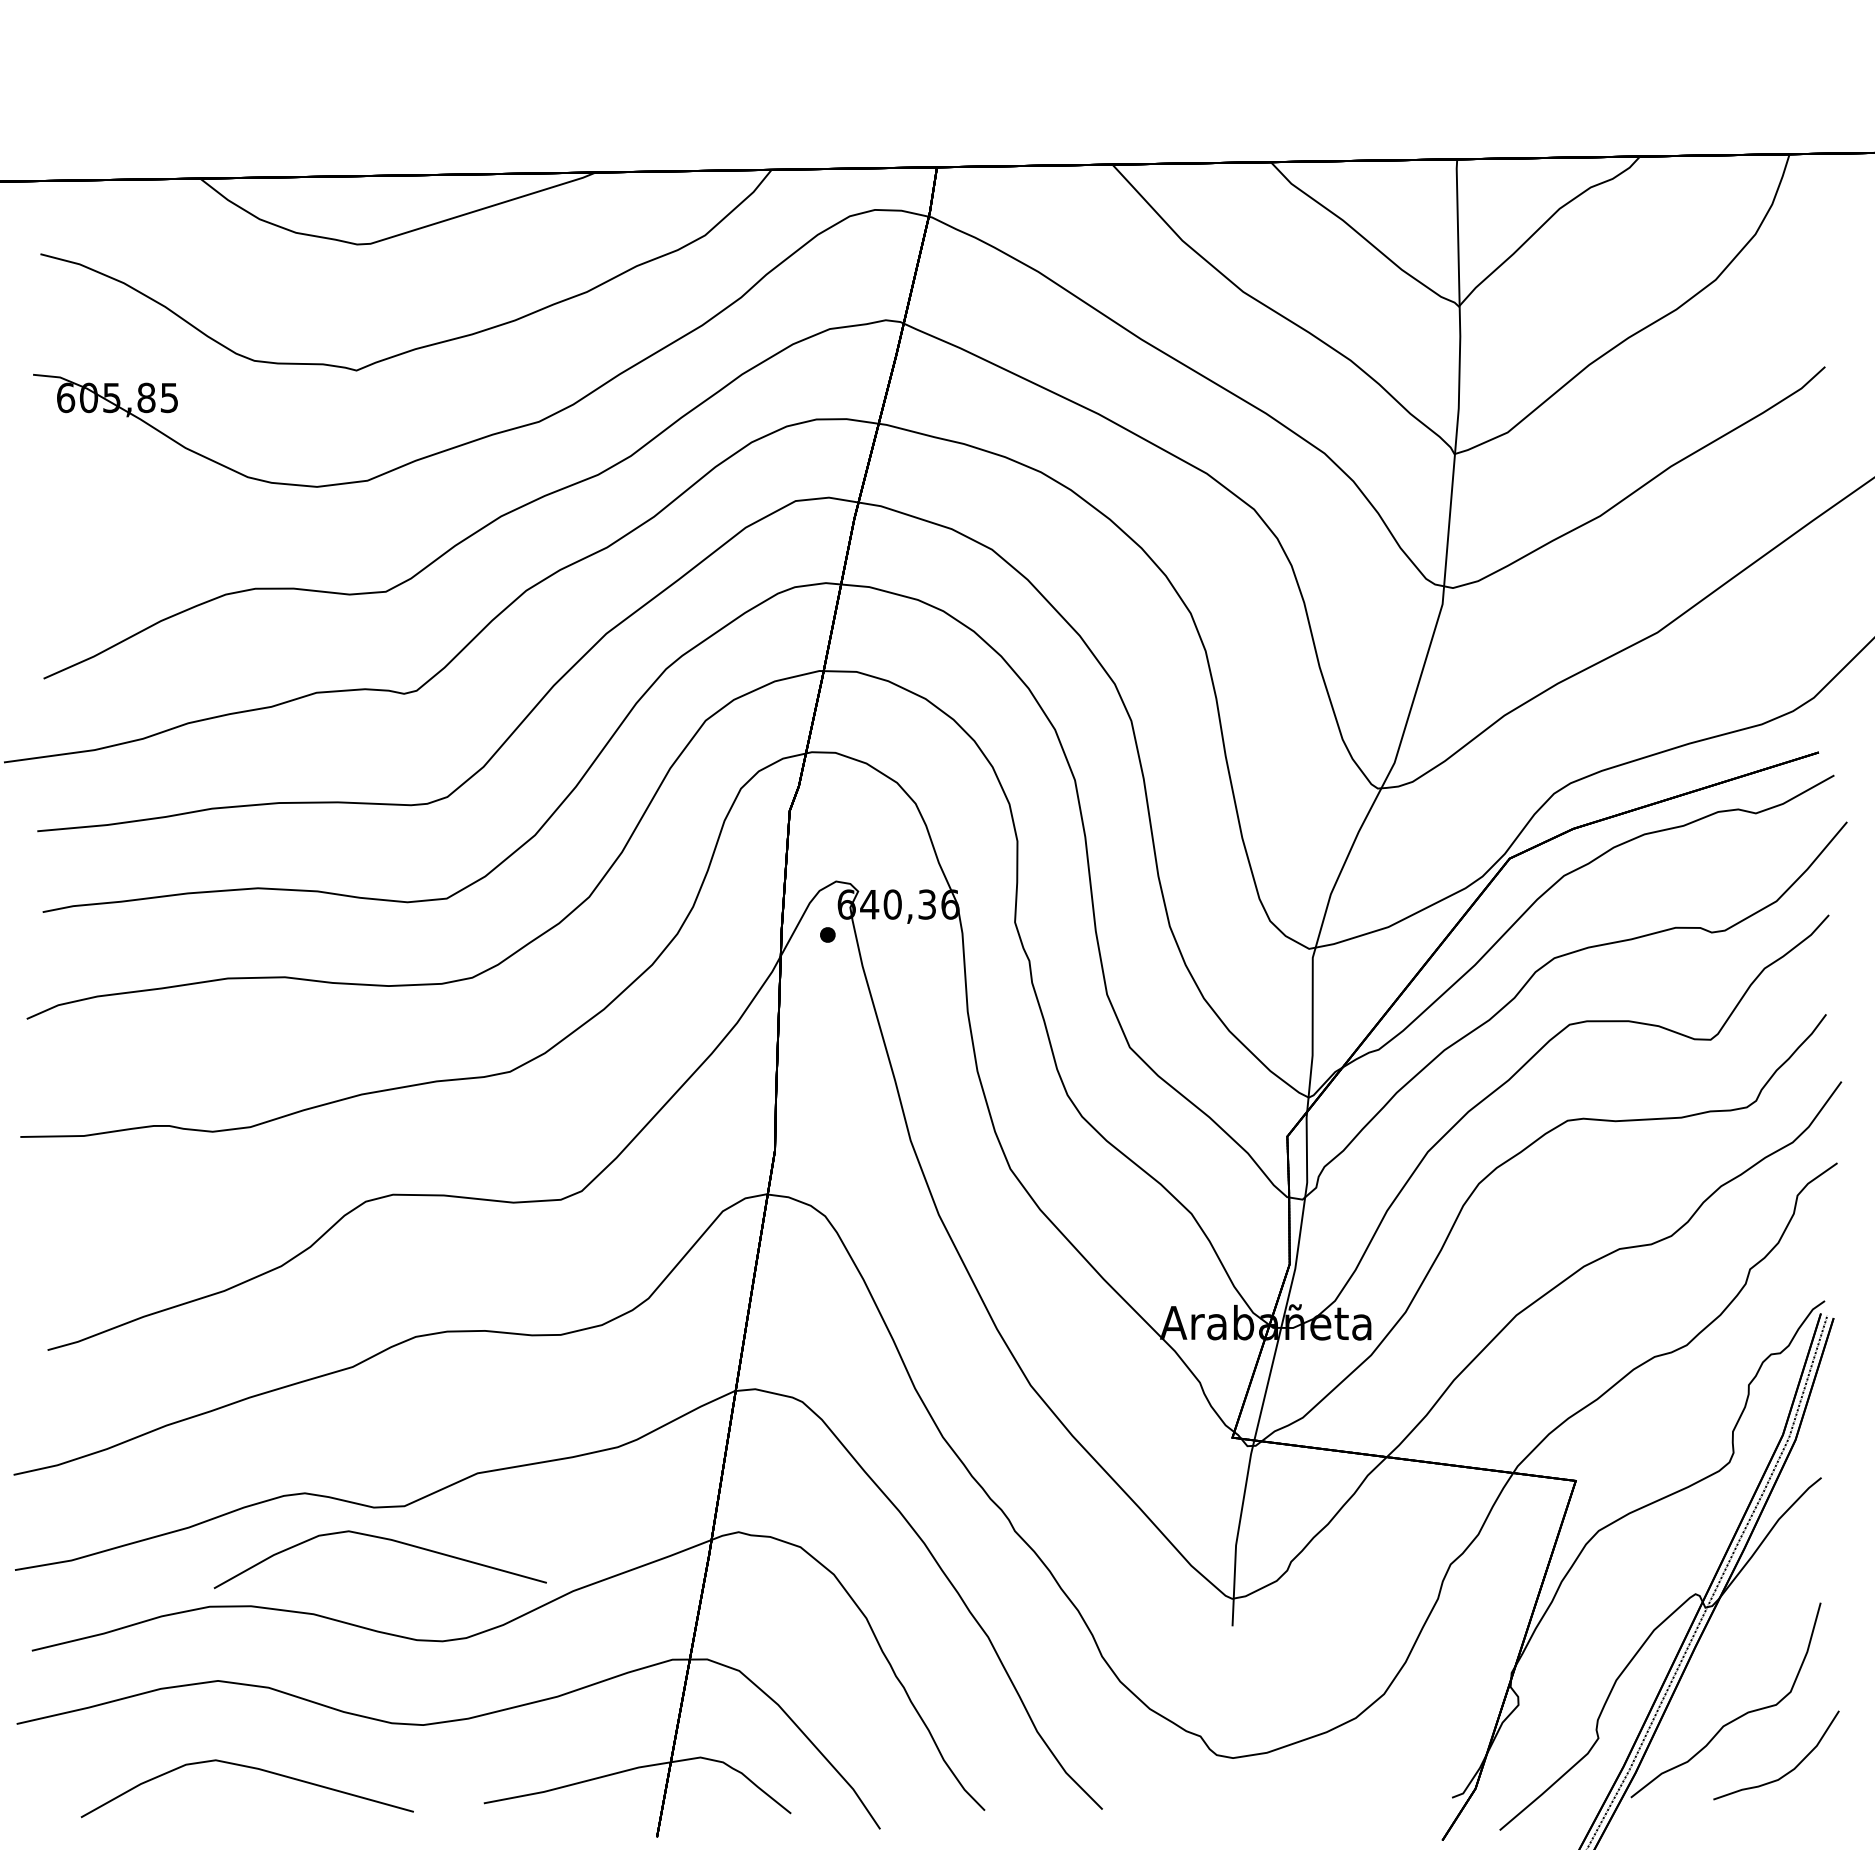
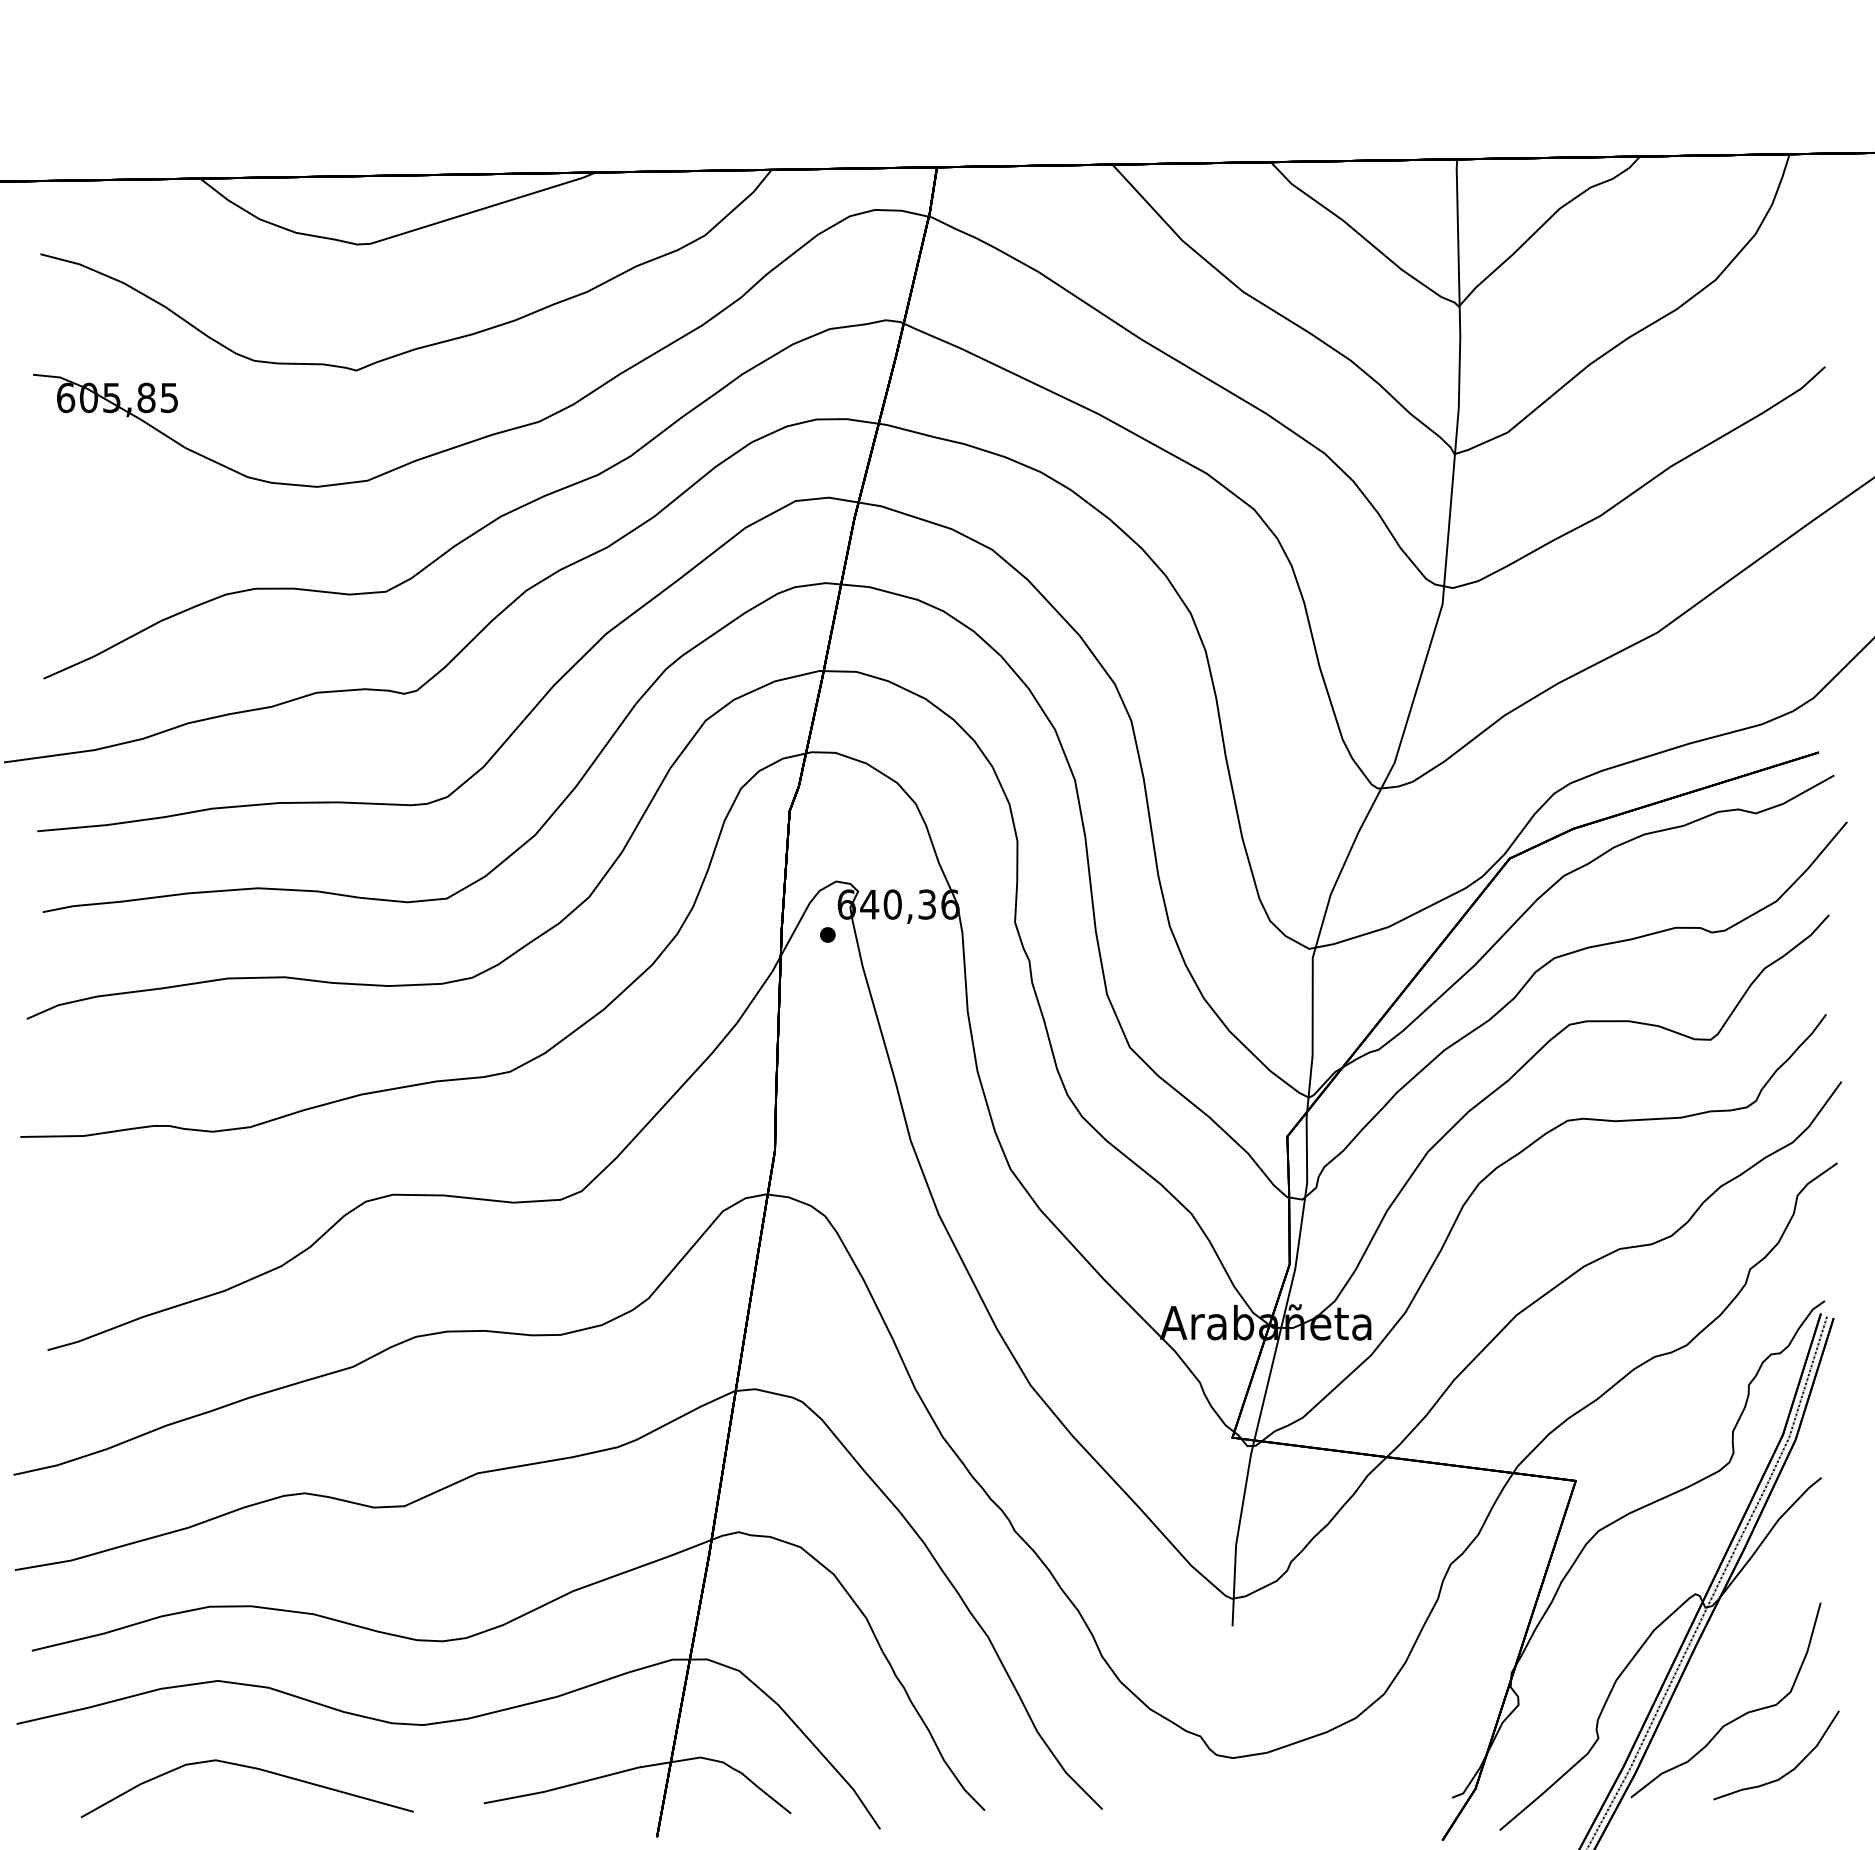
curve at (383, 1539): present -> none
